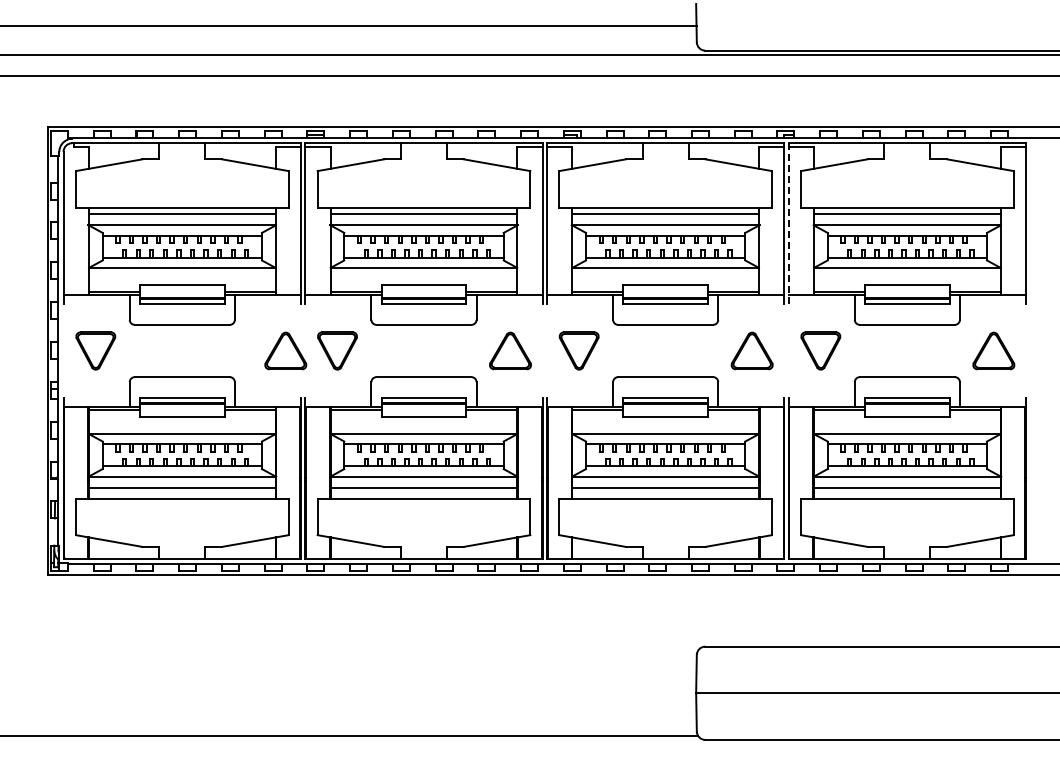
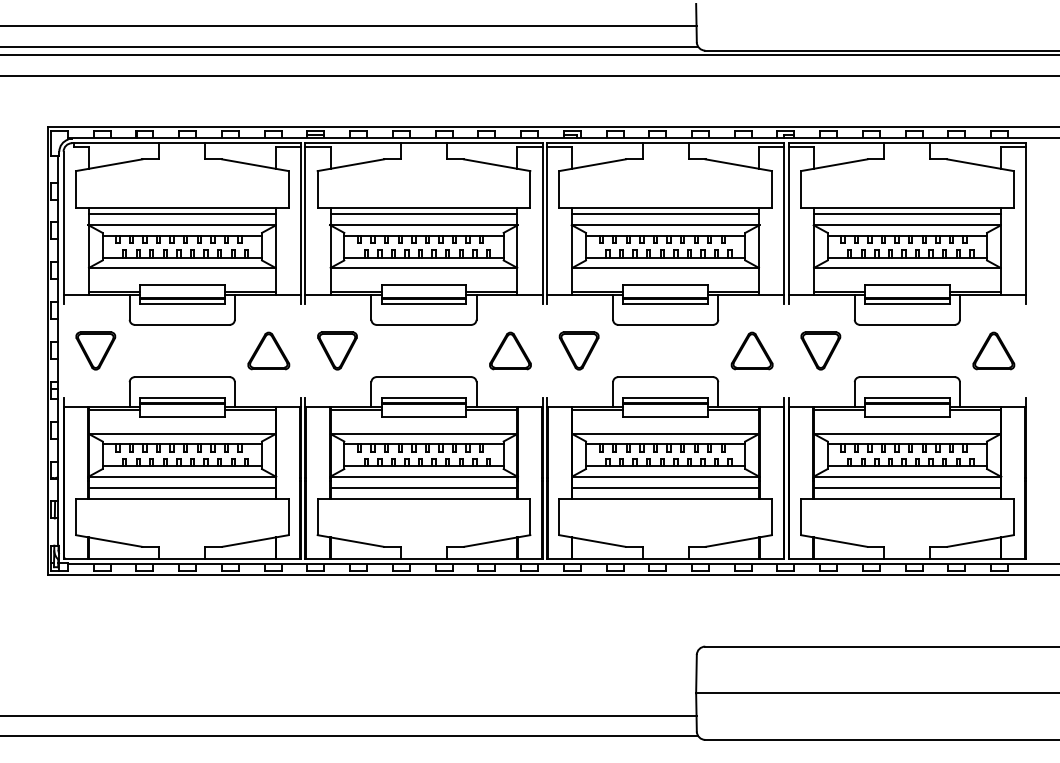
line at (350, 46): none -> present
line at (788, 223): dashed -> solid
part at (285, 350) position: (285, 350) -> (268, 350)
line at (349, 715): none -> present
